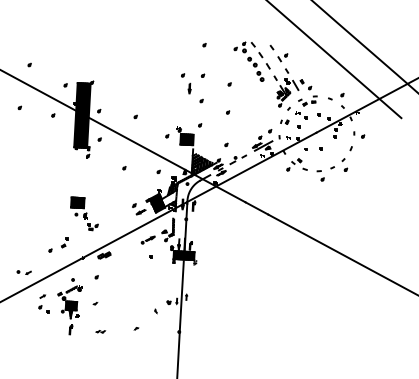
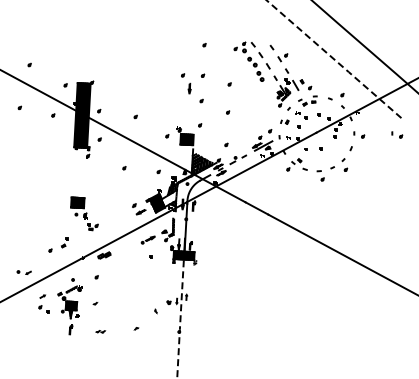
line at (334, 59): solid -> dashed
part at (397, 134): none -> present
line at (180, 319): solid -> dashed
